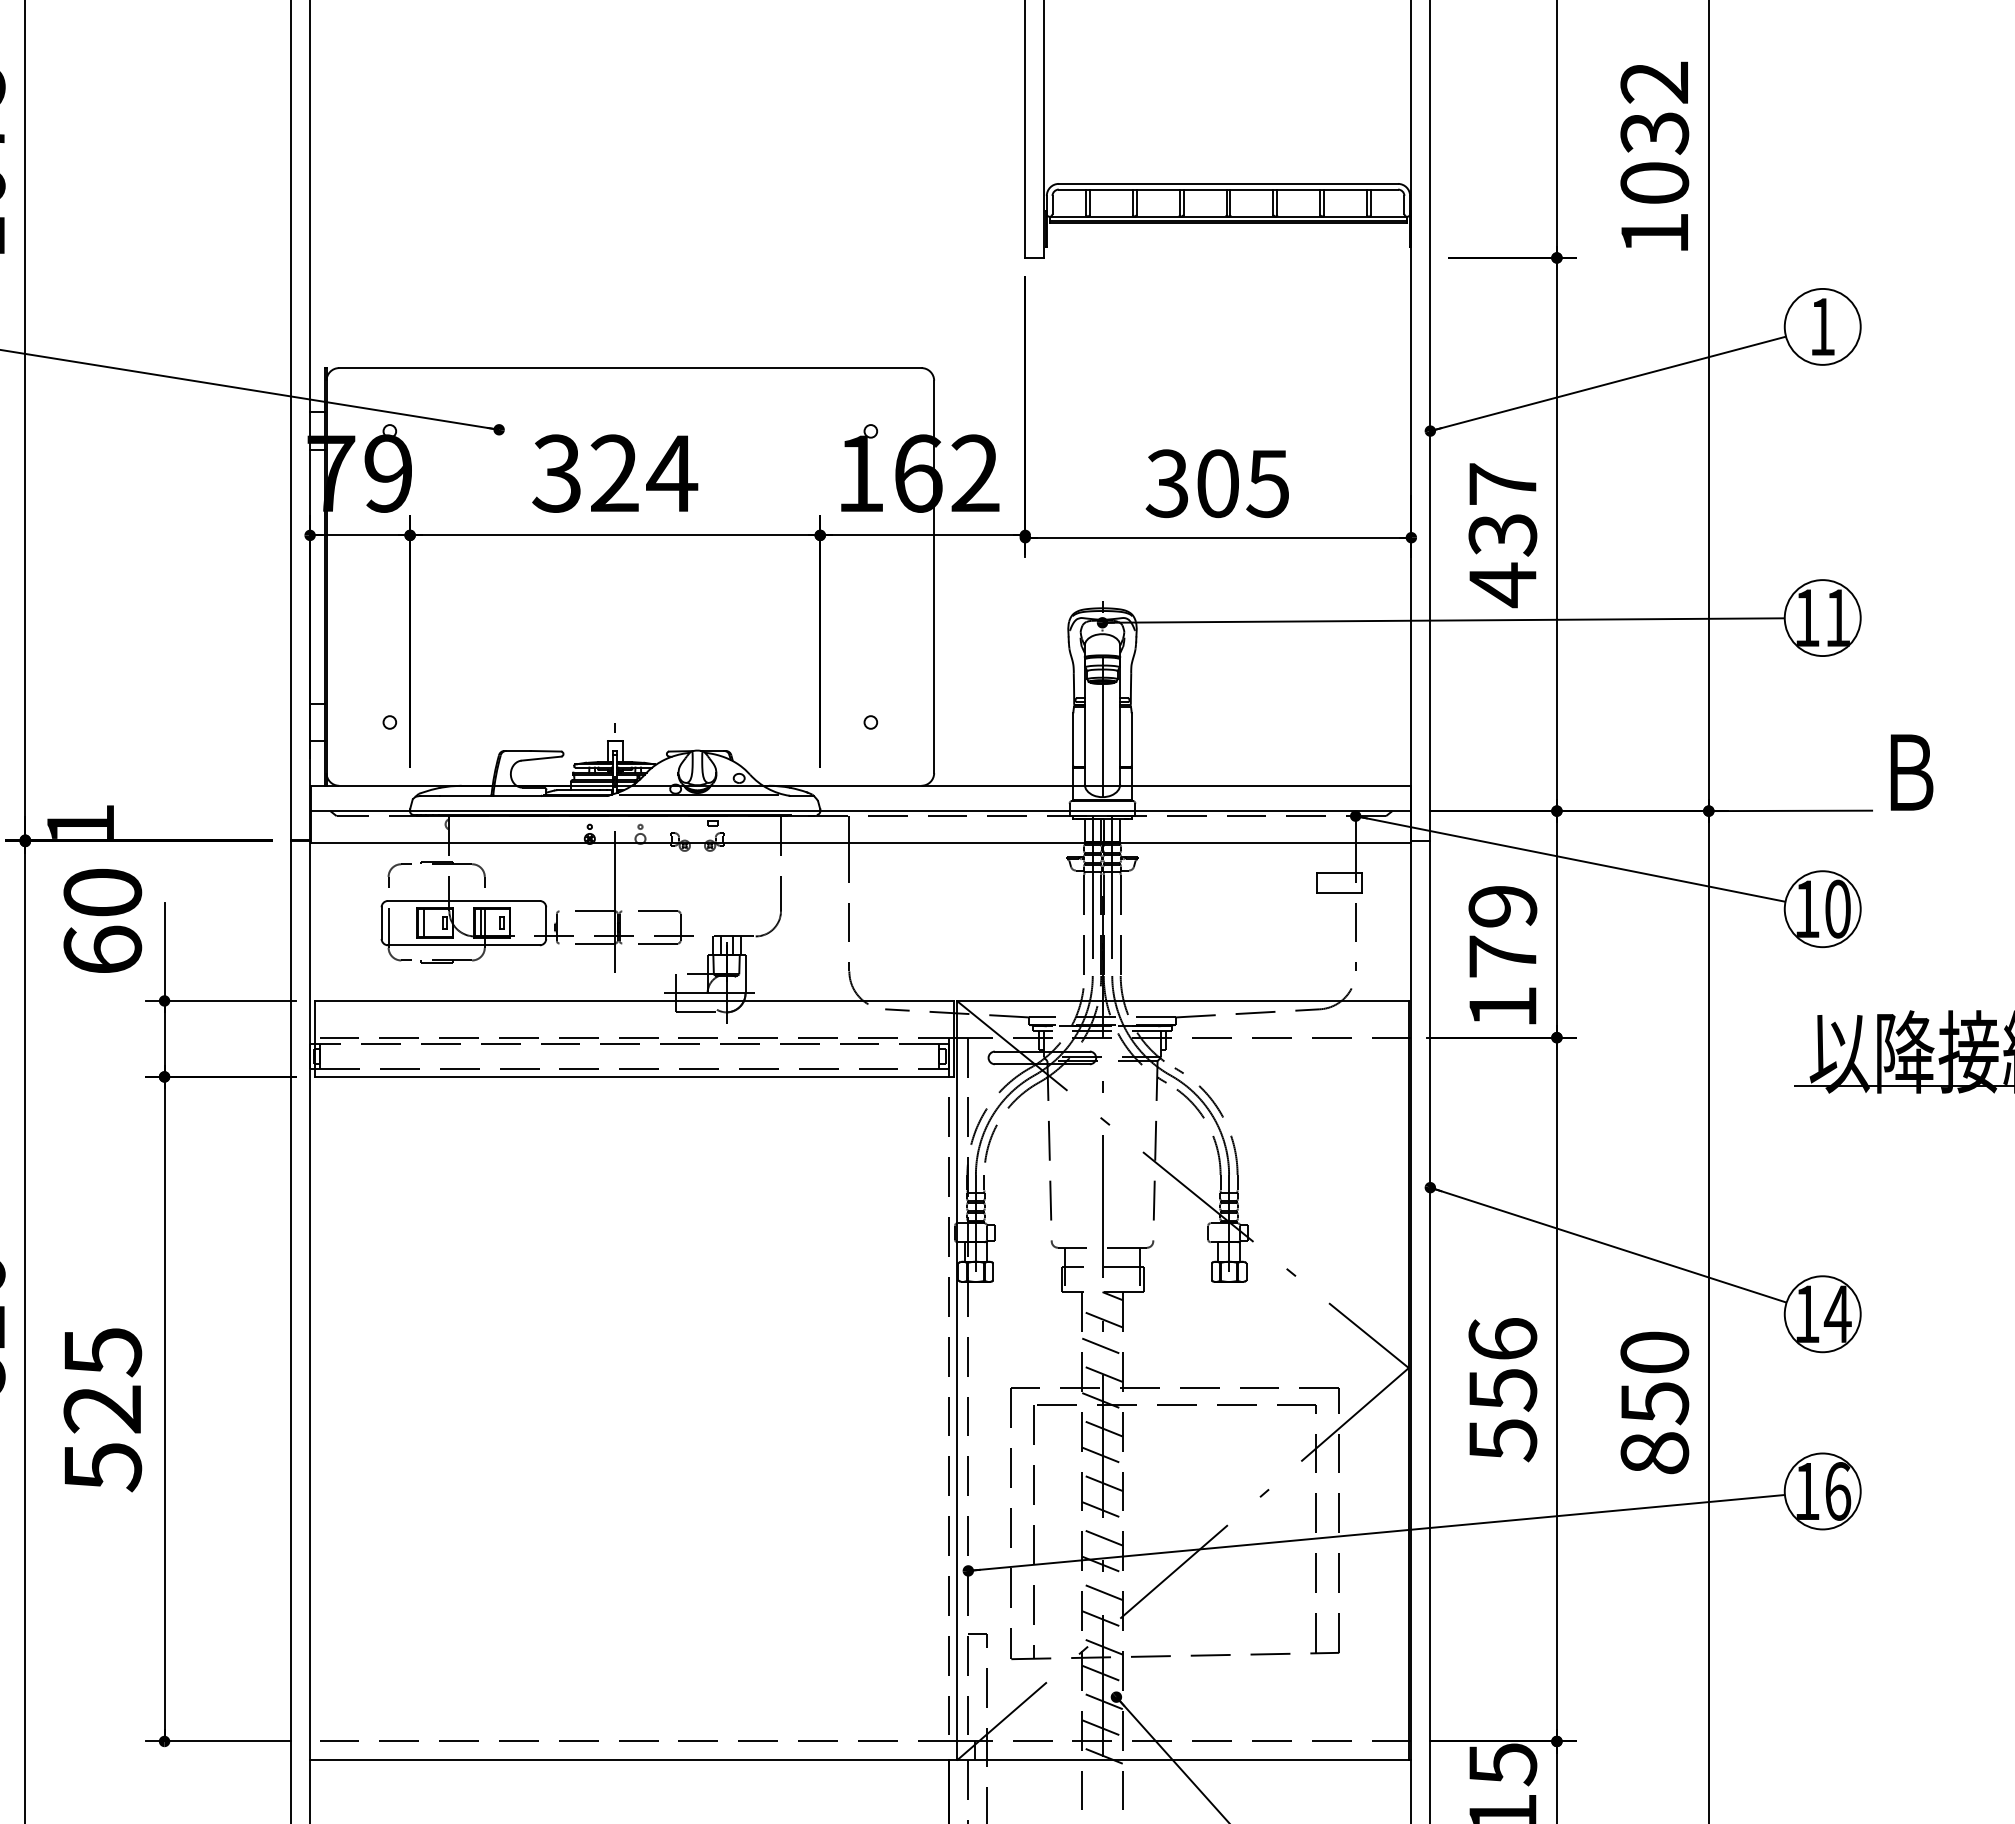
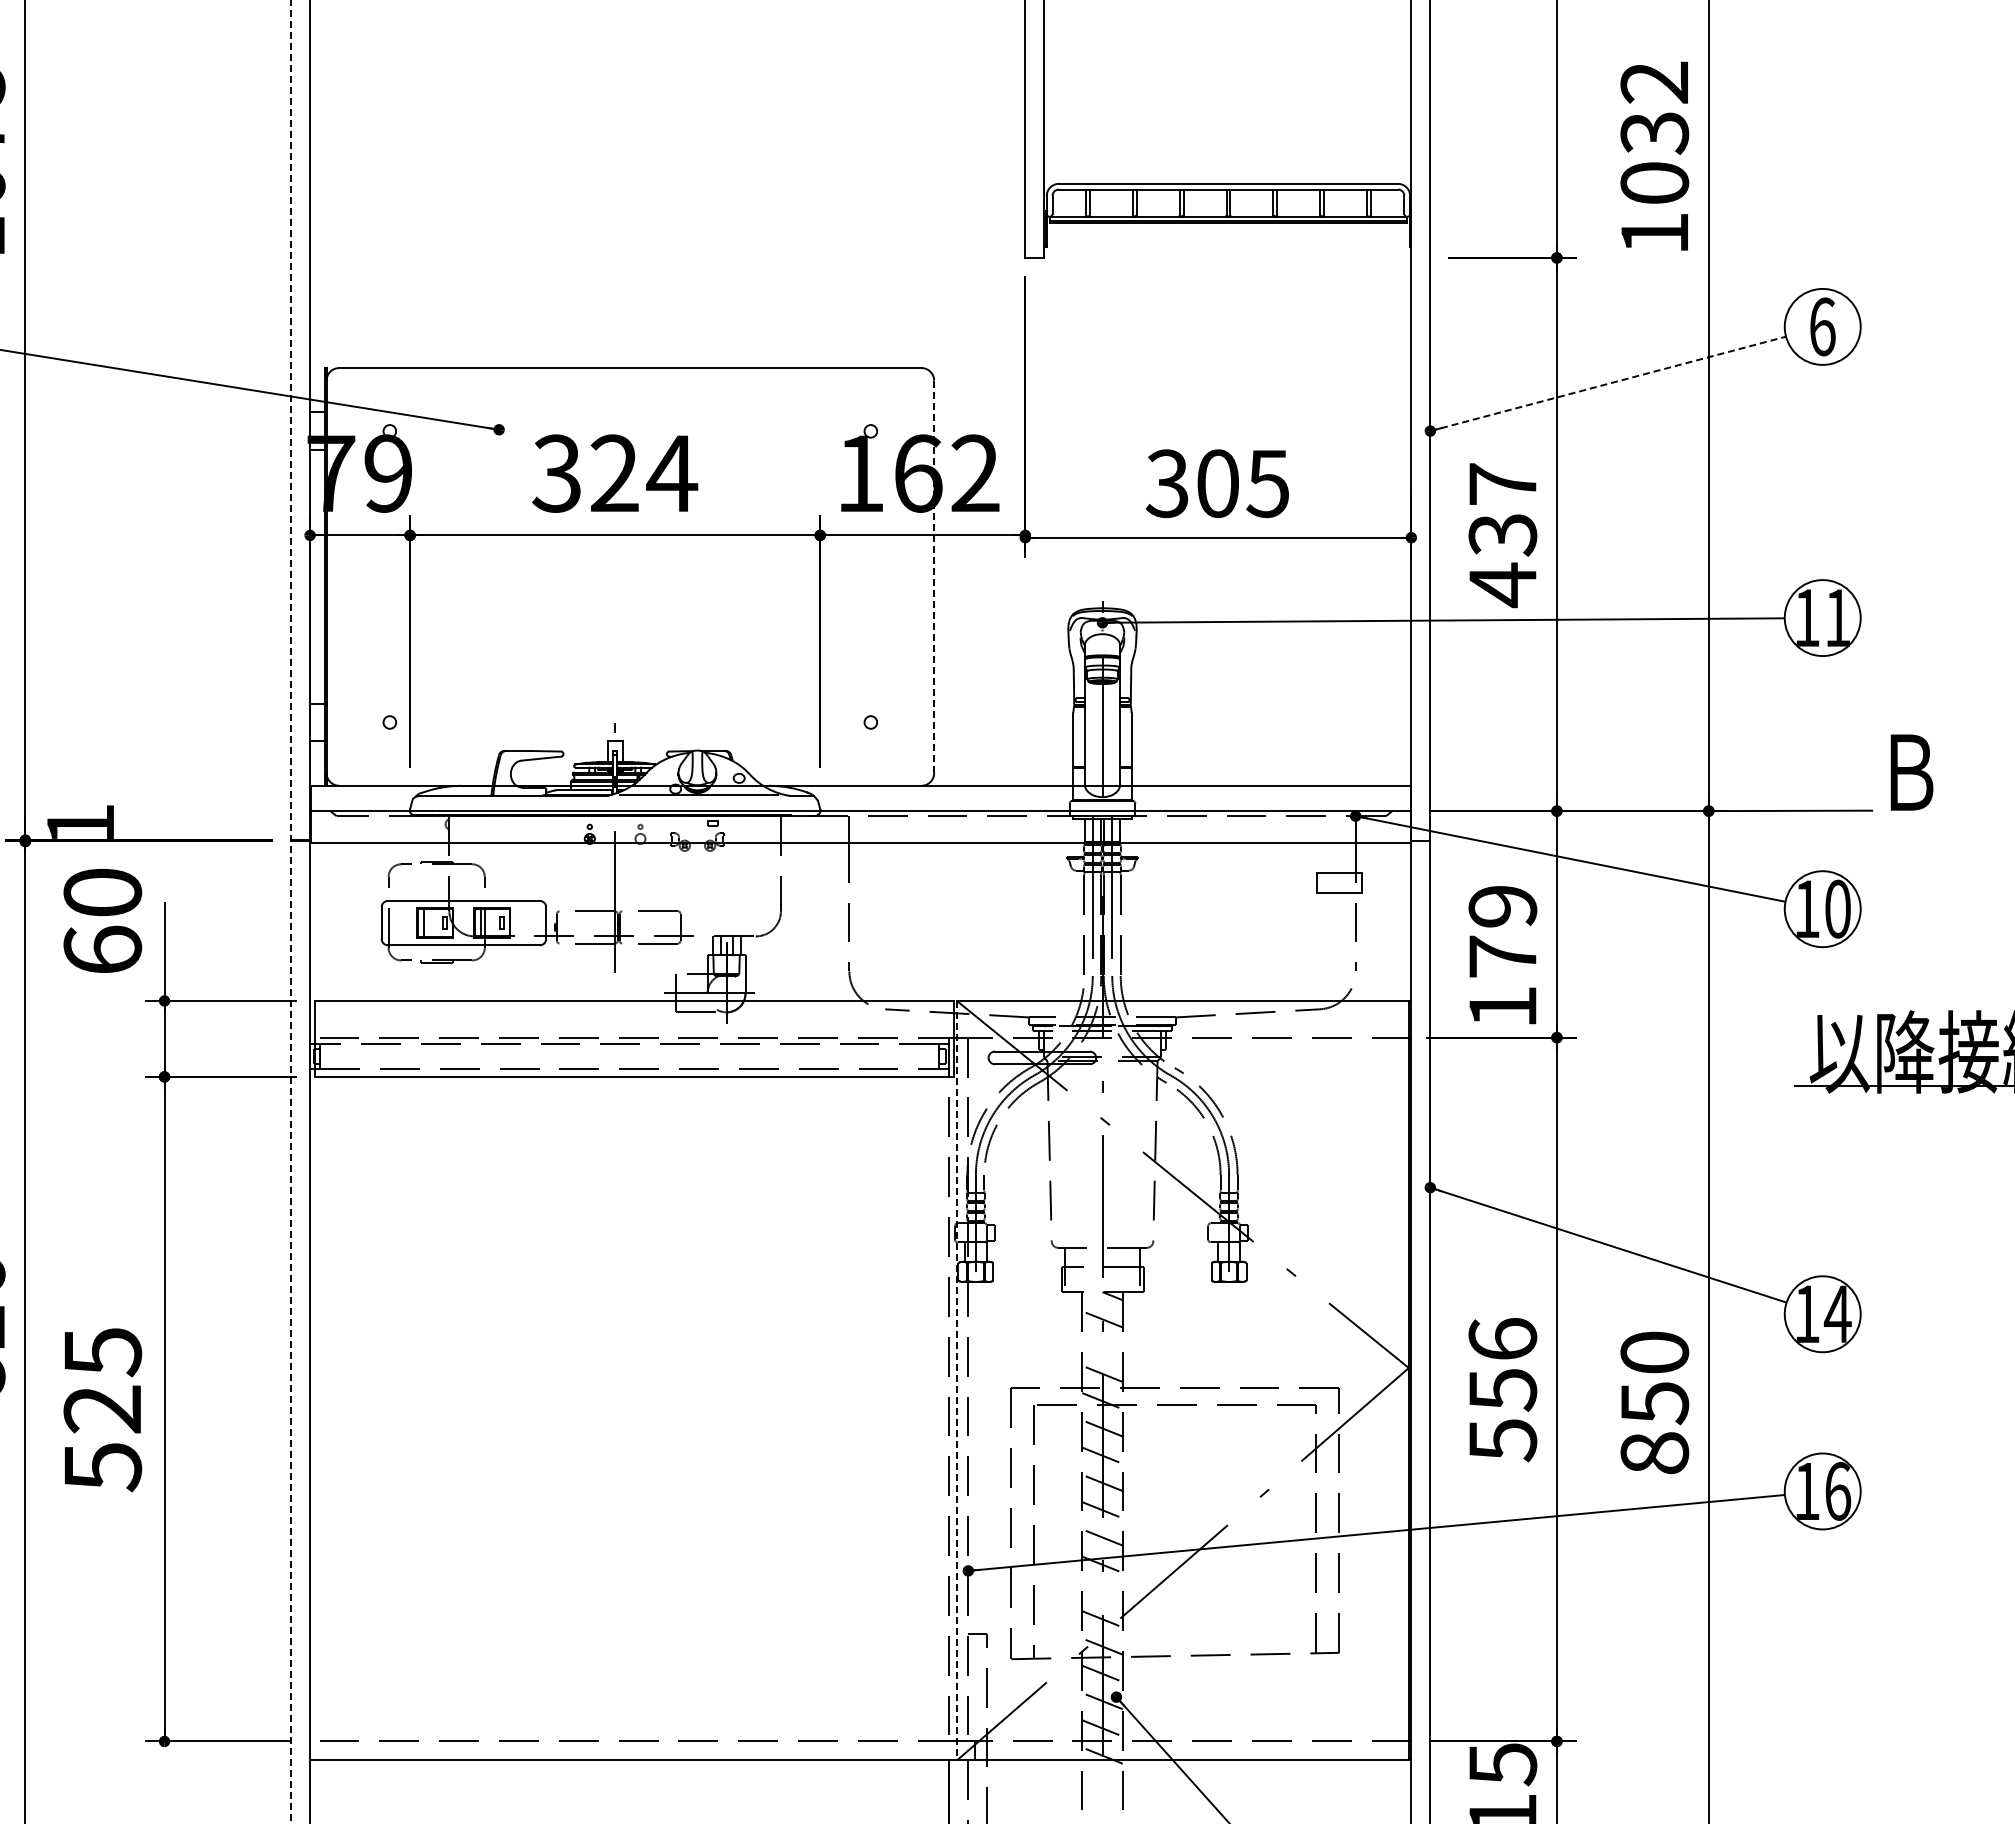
text at (1822, 326): 1 -> 6
line at (1608, 383): solid -> dashed
line at (934, 576): solid -> dashed
line at (291, 912): solid -> dashed
line at (1102, 1346): present -> none
line at (956, 1380): solid -> dashed
line at (1102, 1591): present -> none
